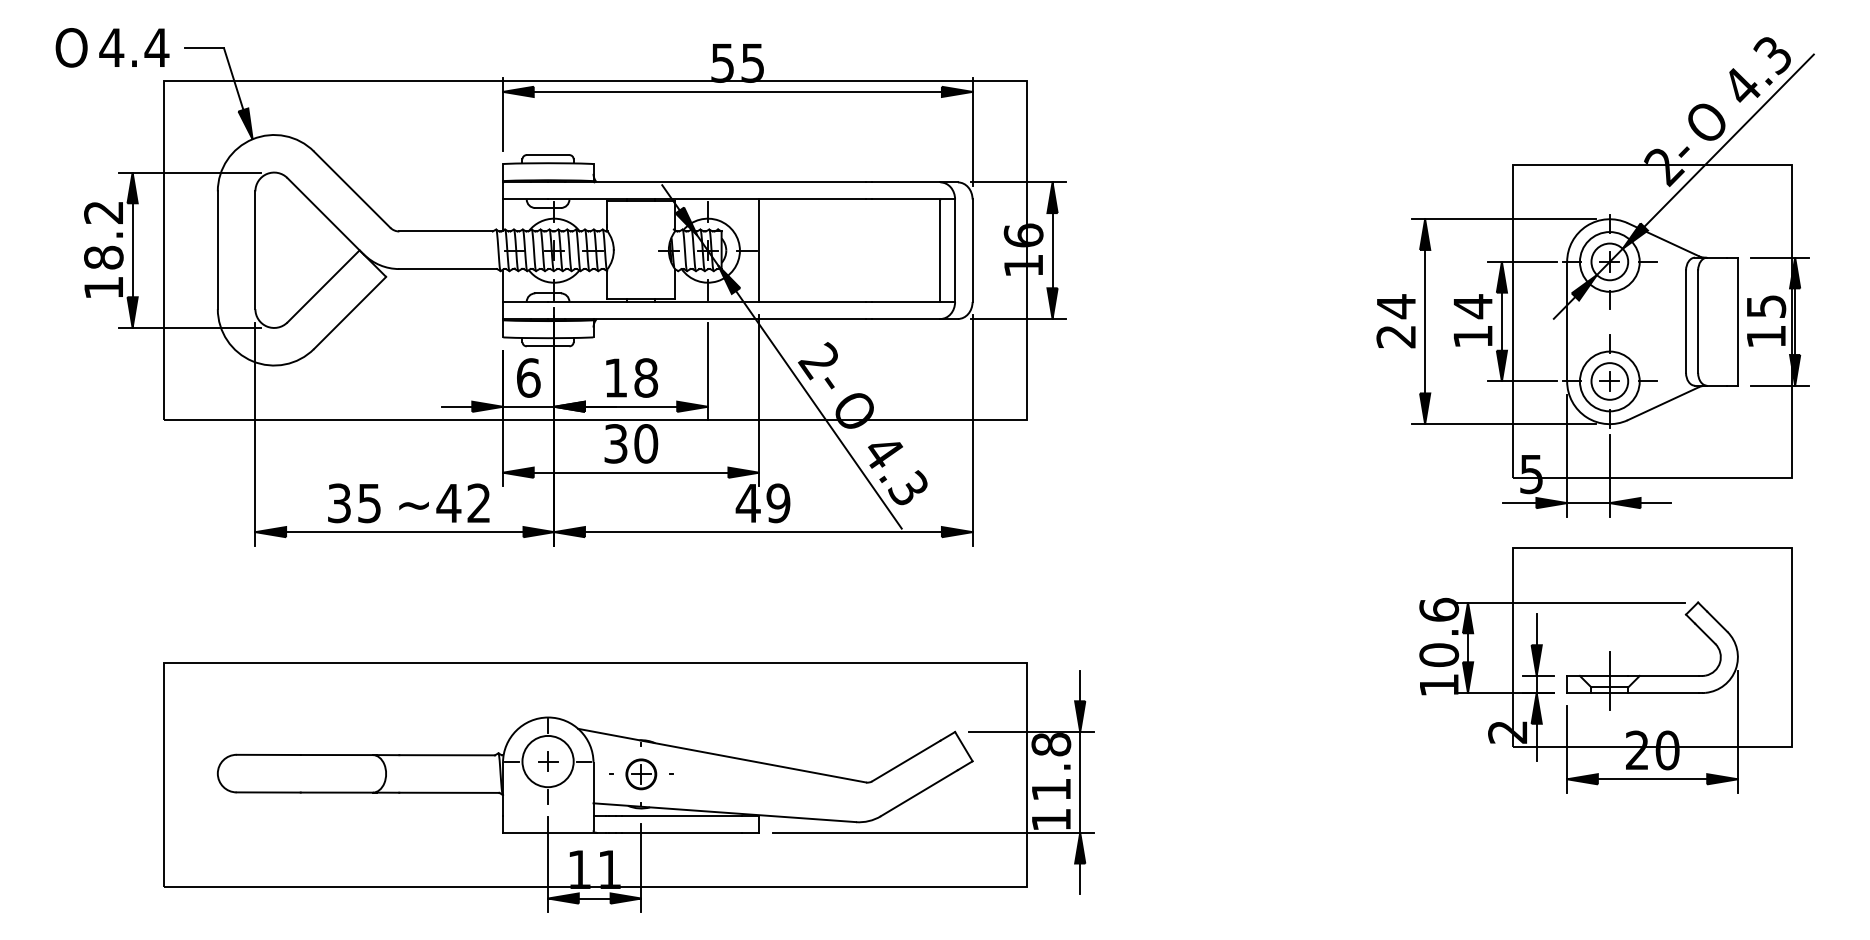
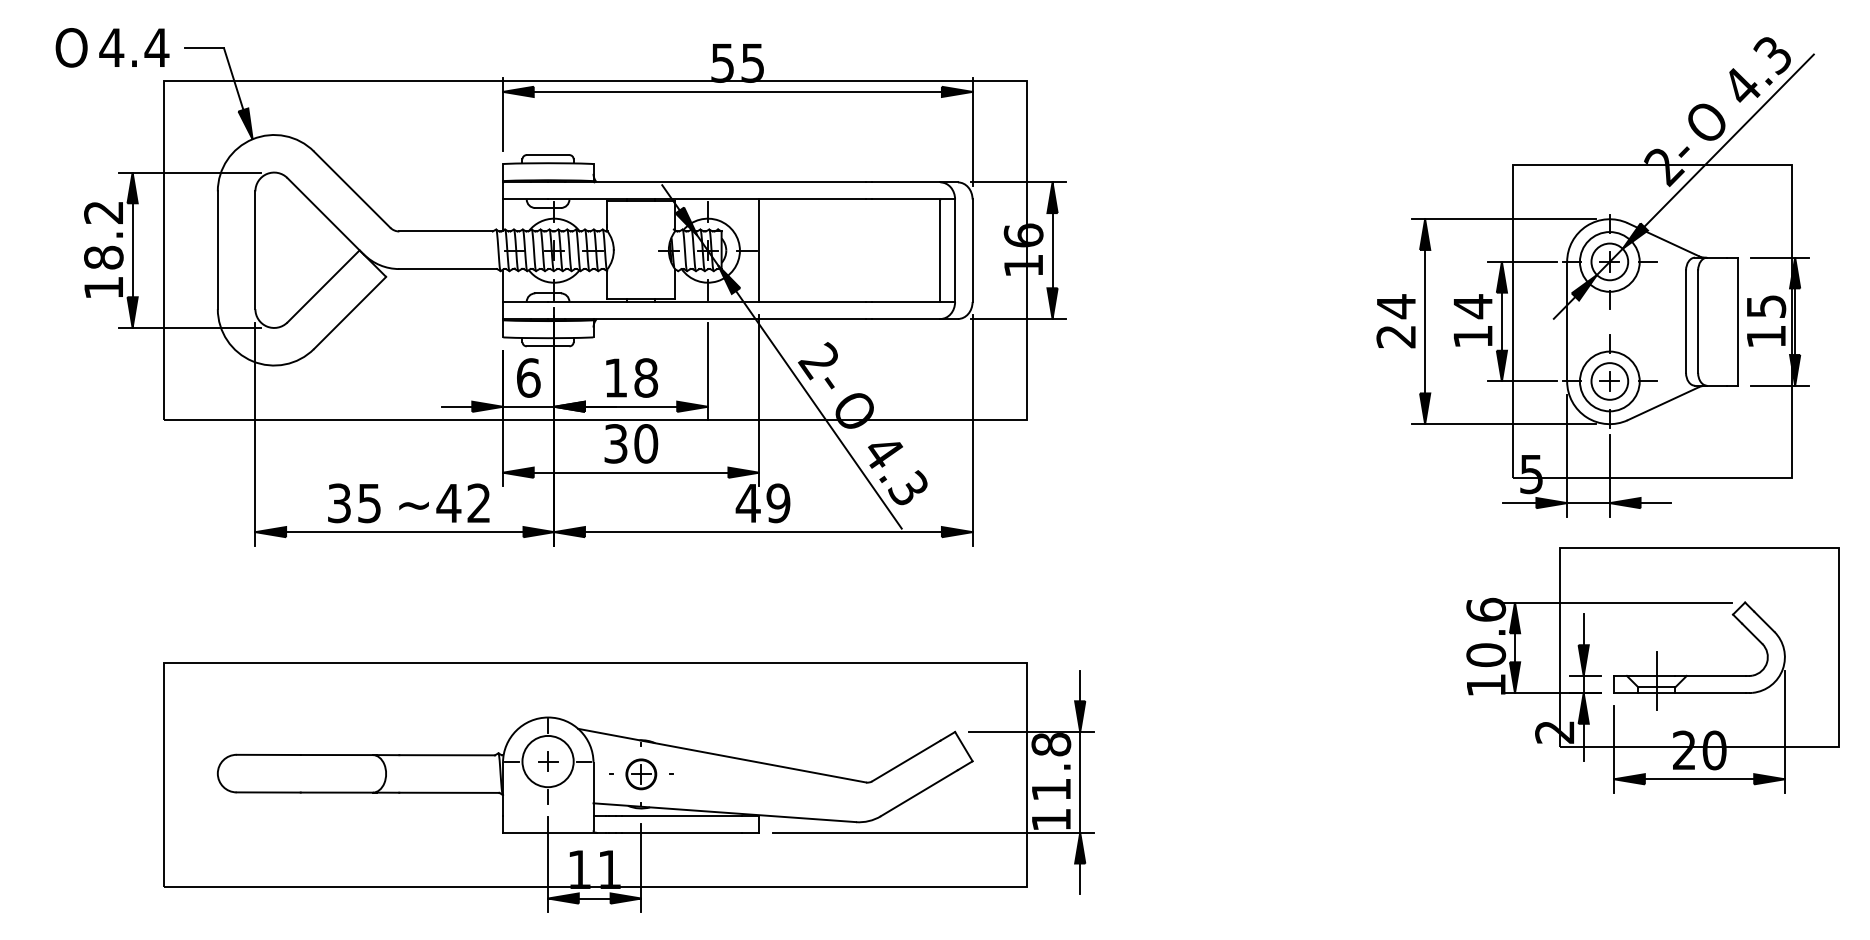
part at (1605, 670) position: (1605, 670) -> (1652, 670)
